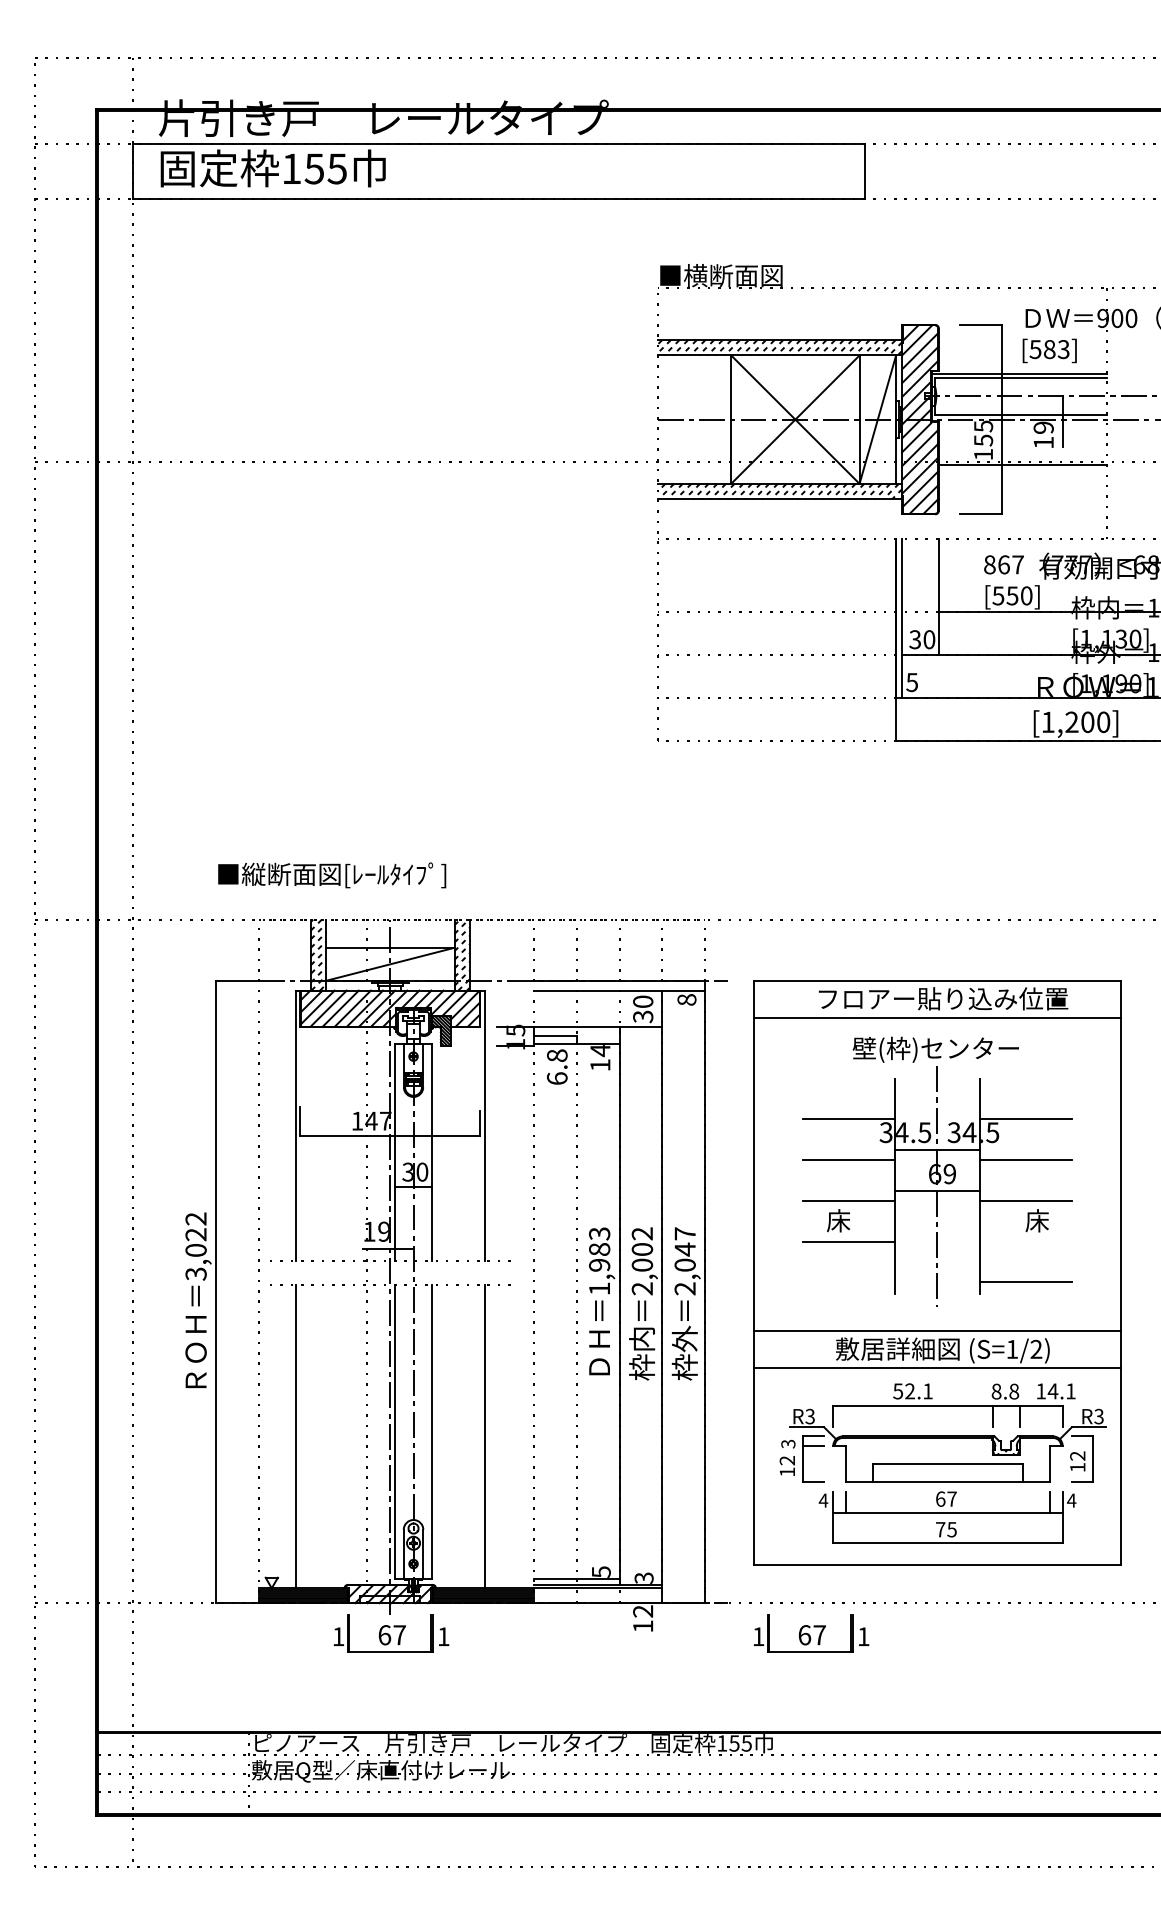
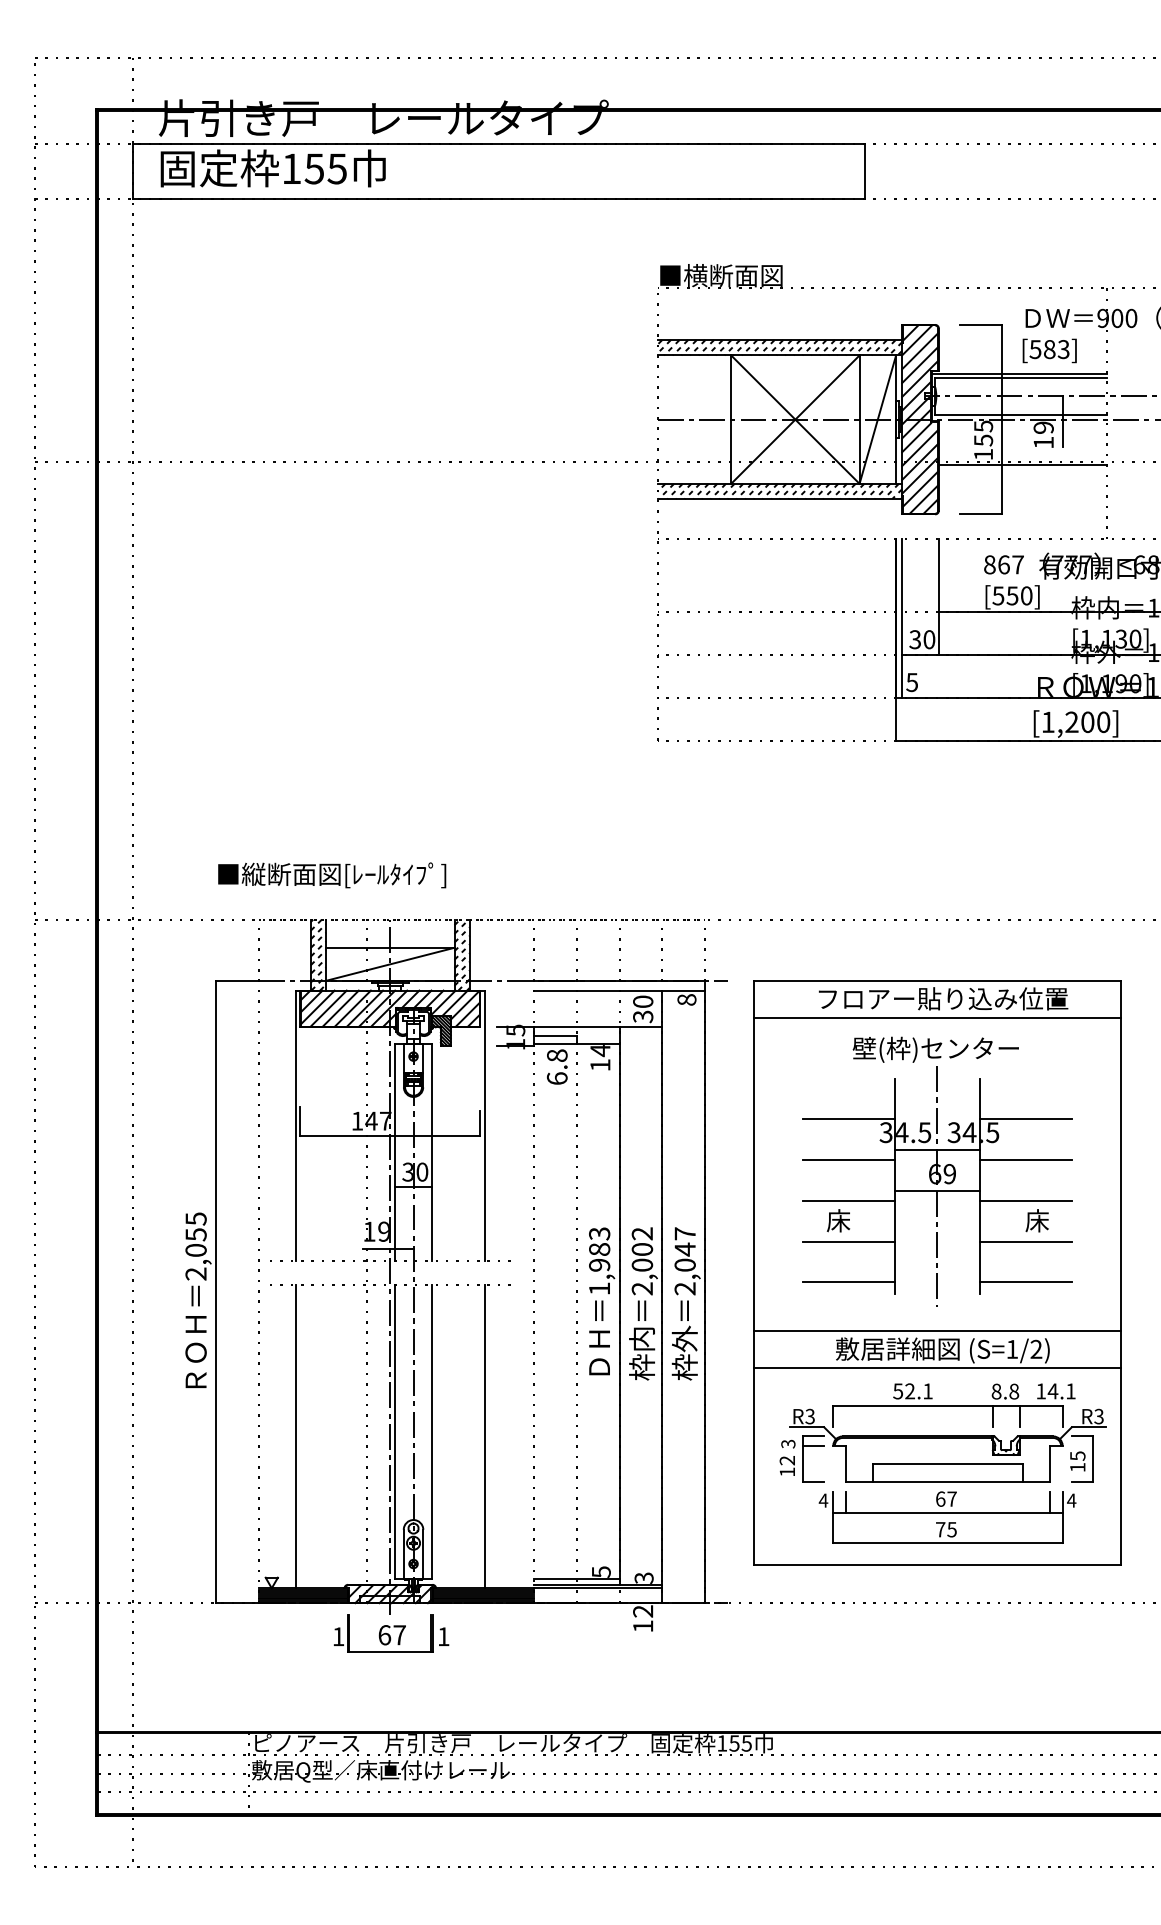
line at (1025, 1241): none -> present
text at (195, 1246): 3,022 -> 2,055
line at (848, 1282): none -> present
text at (1077, 1455): 12 -> 15
part at (811, 1633): present -> none
